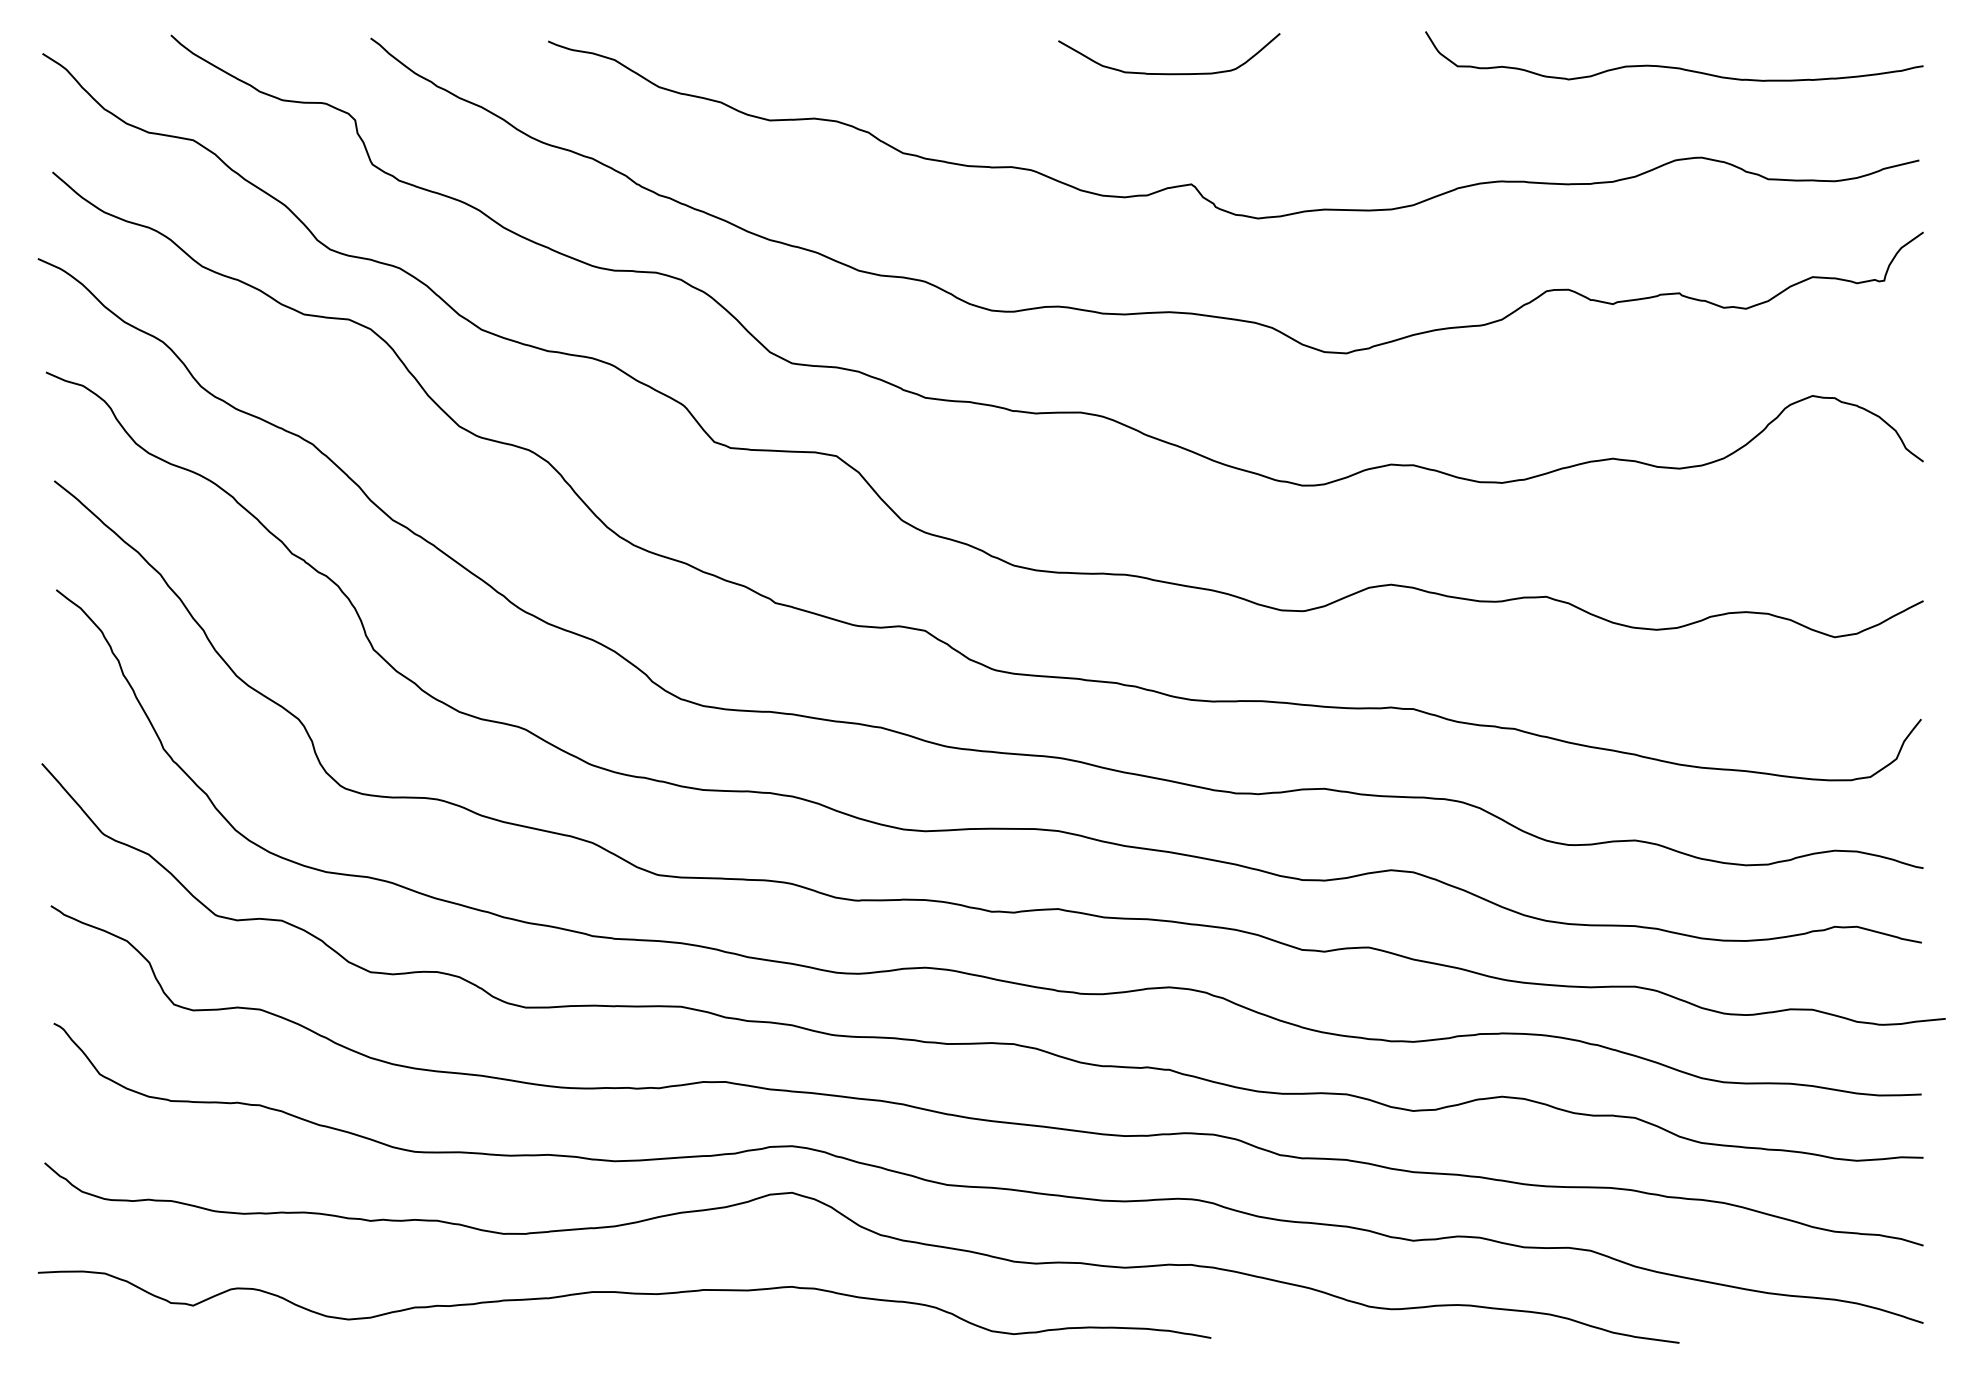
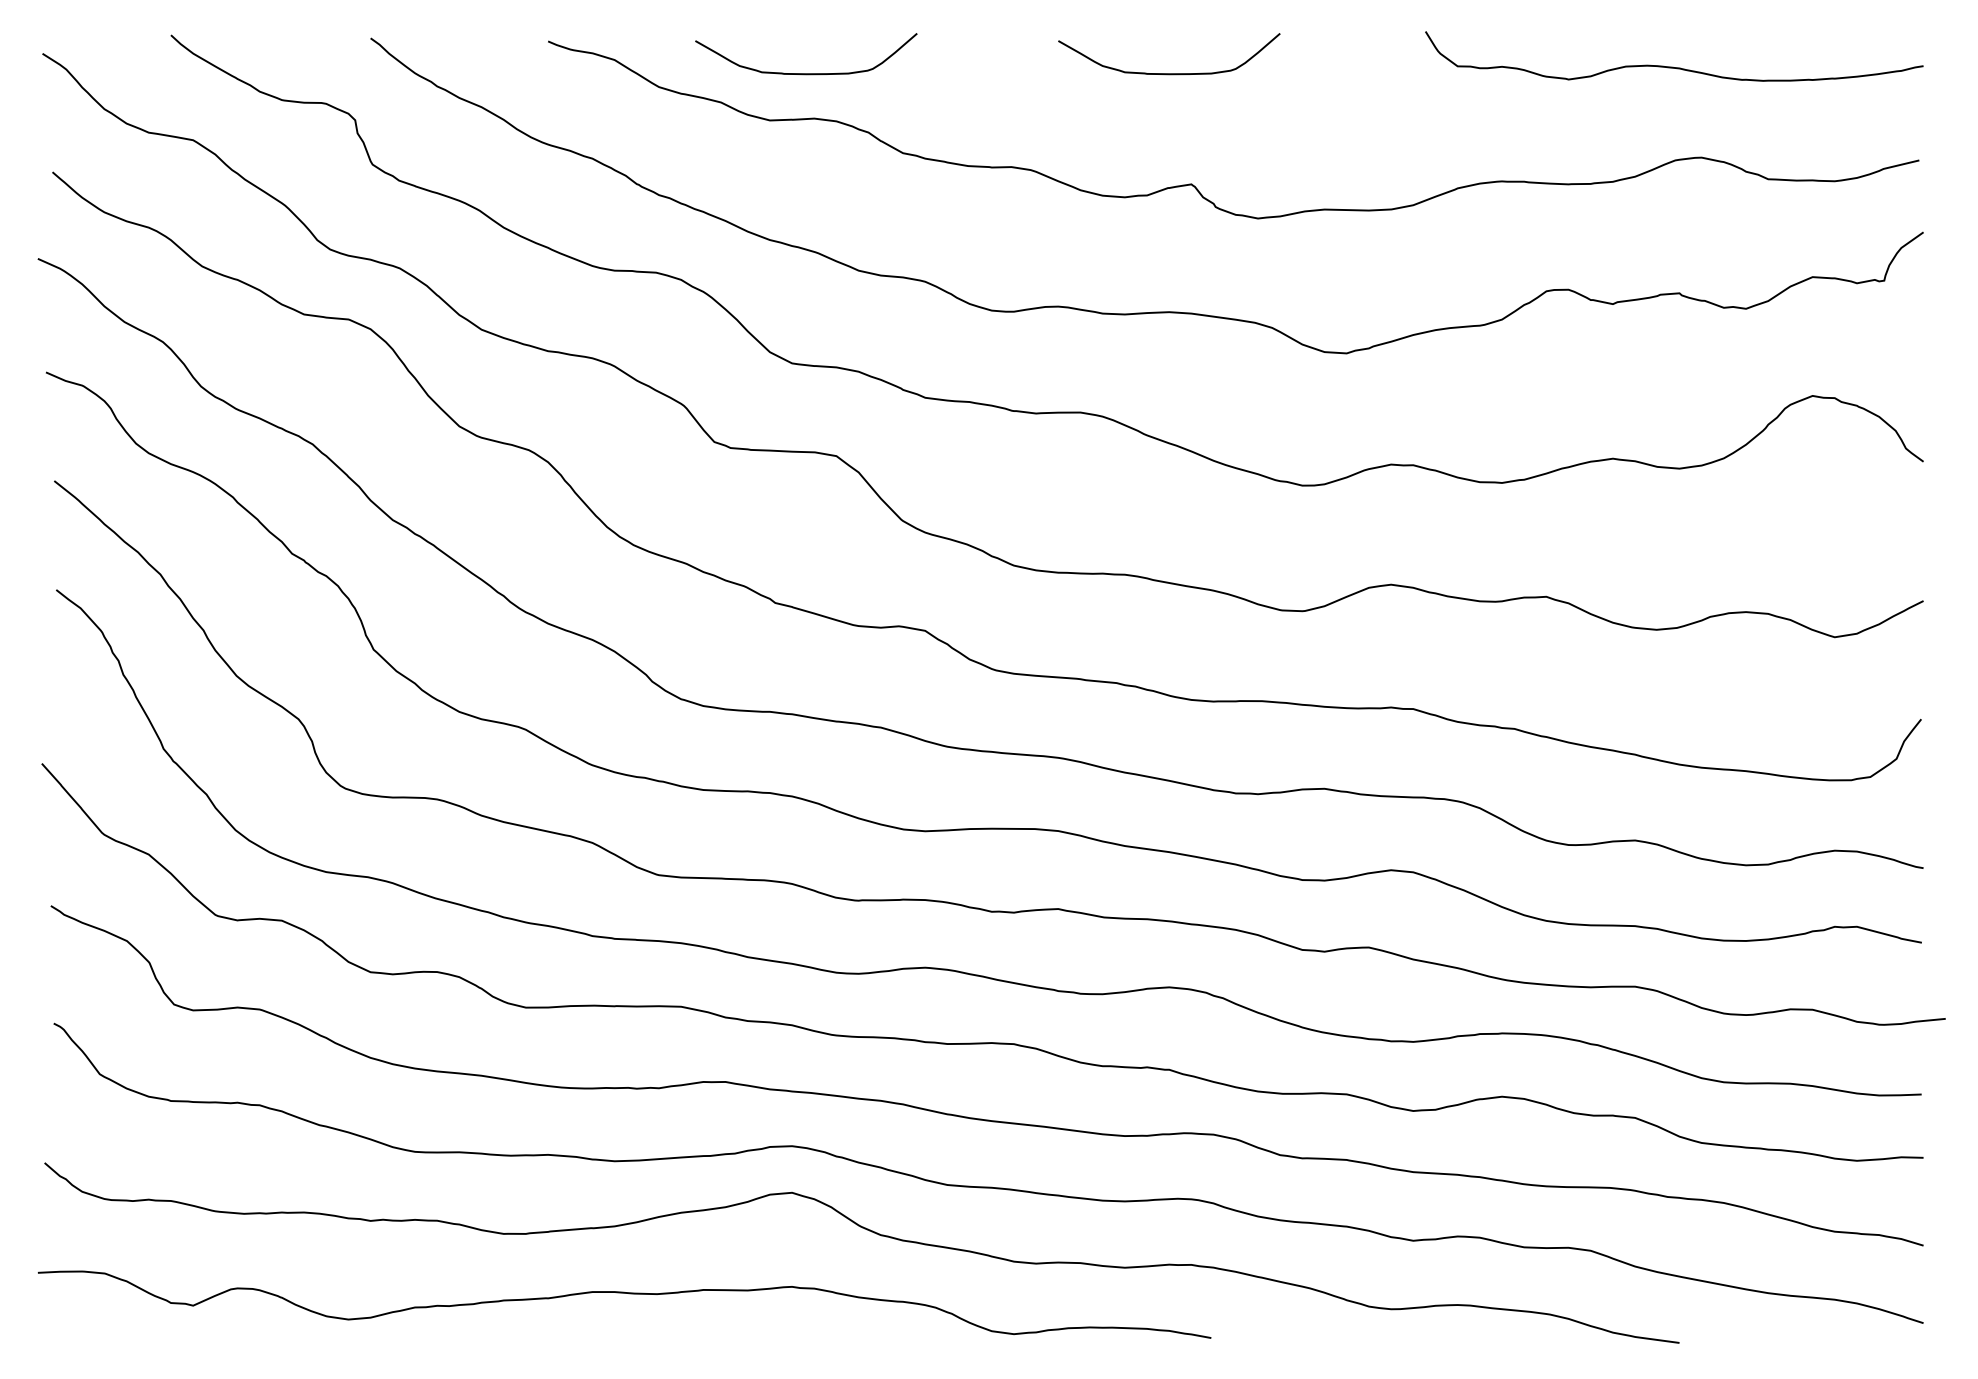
curve at (806, 73): none -> present
